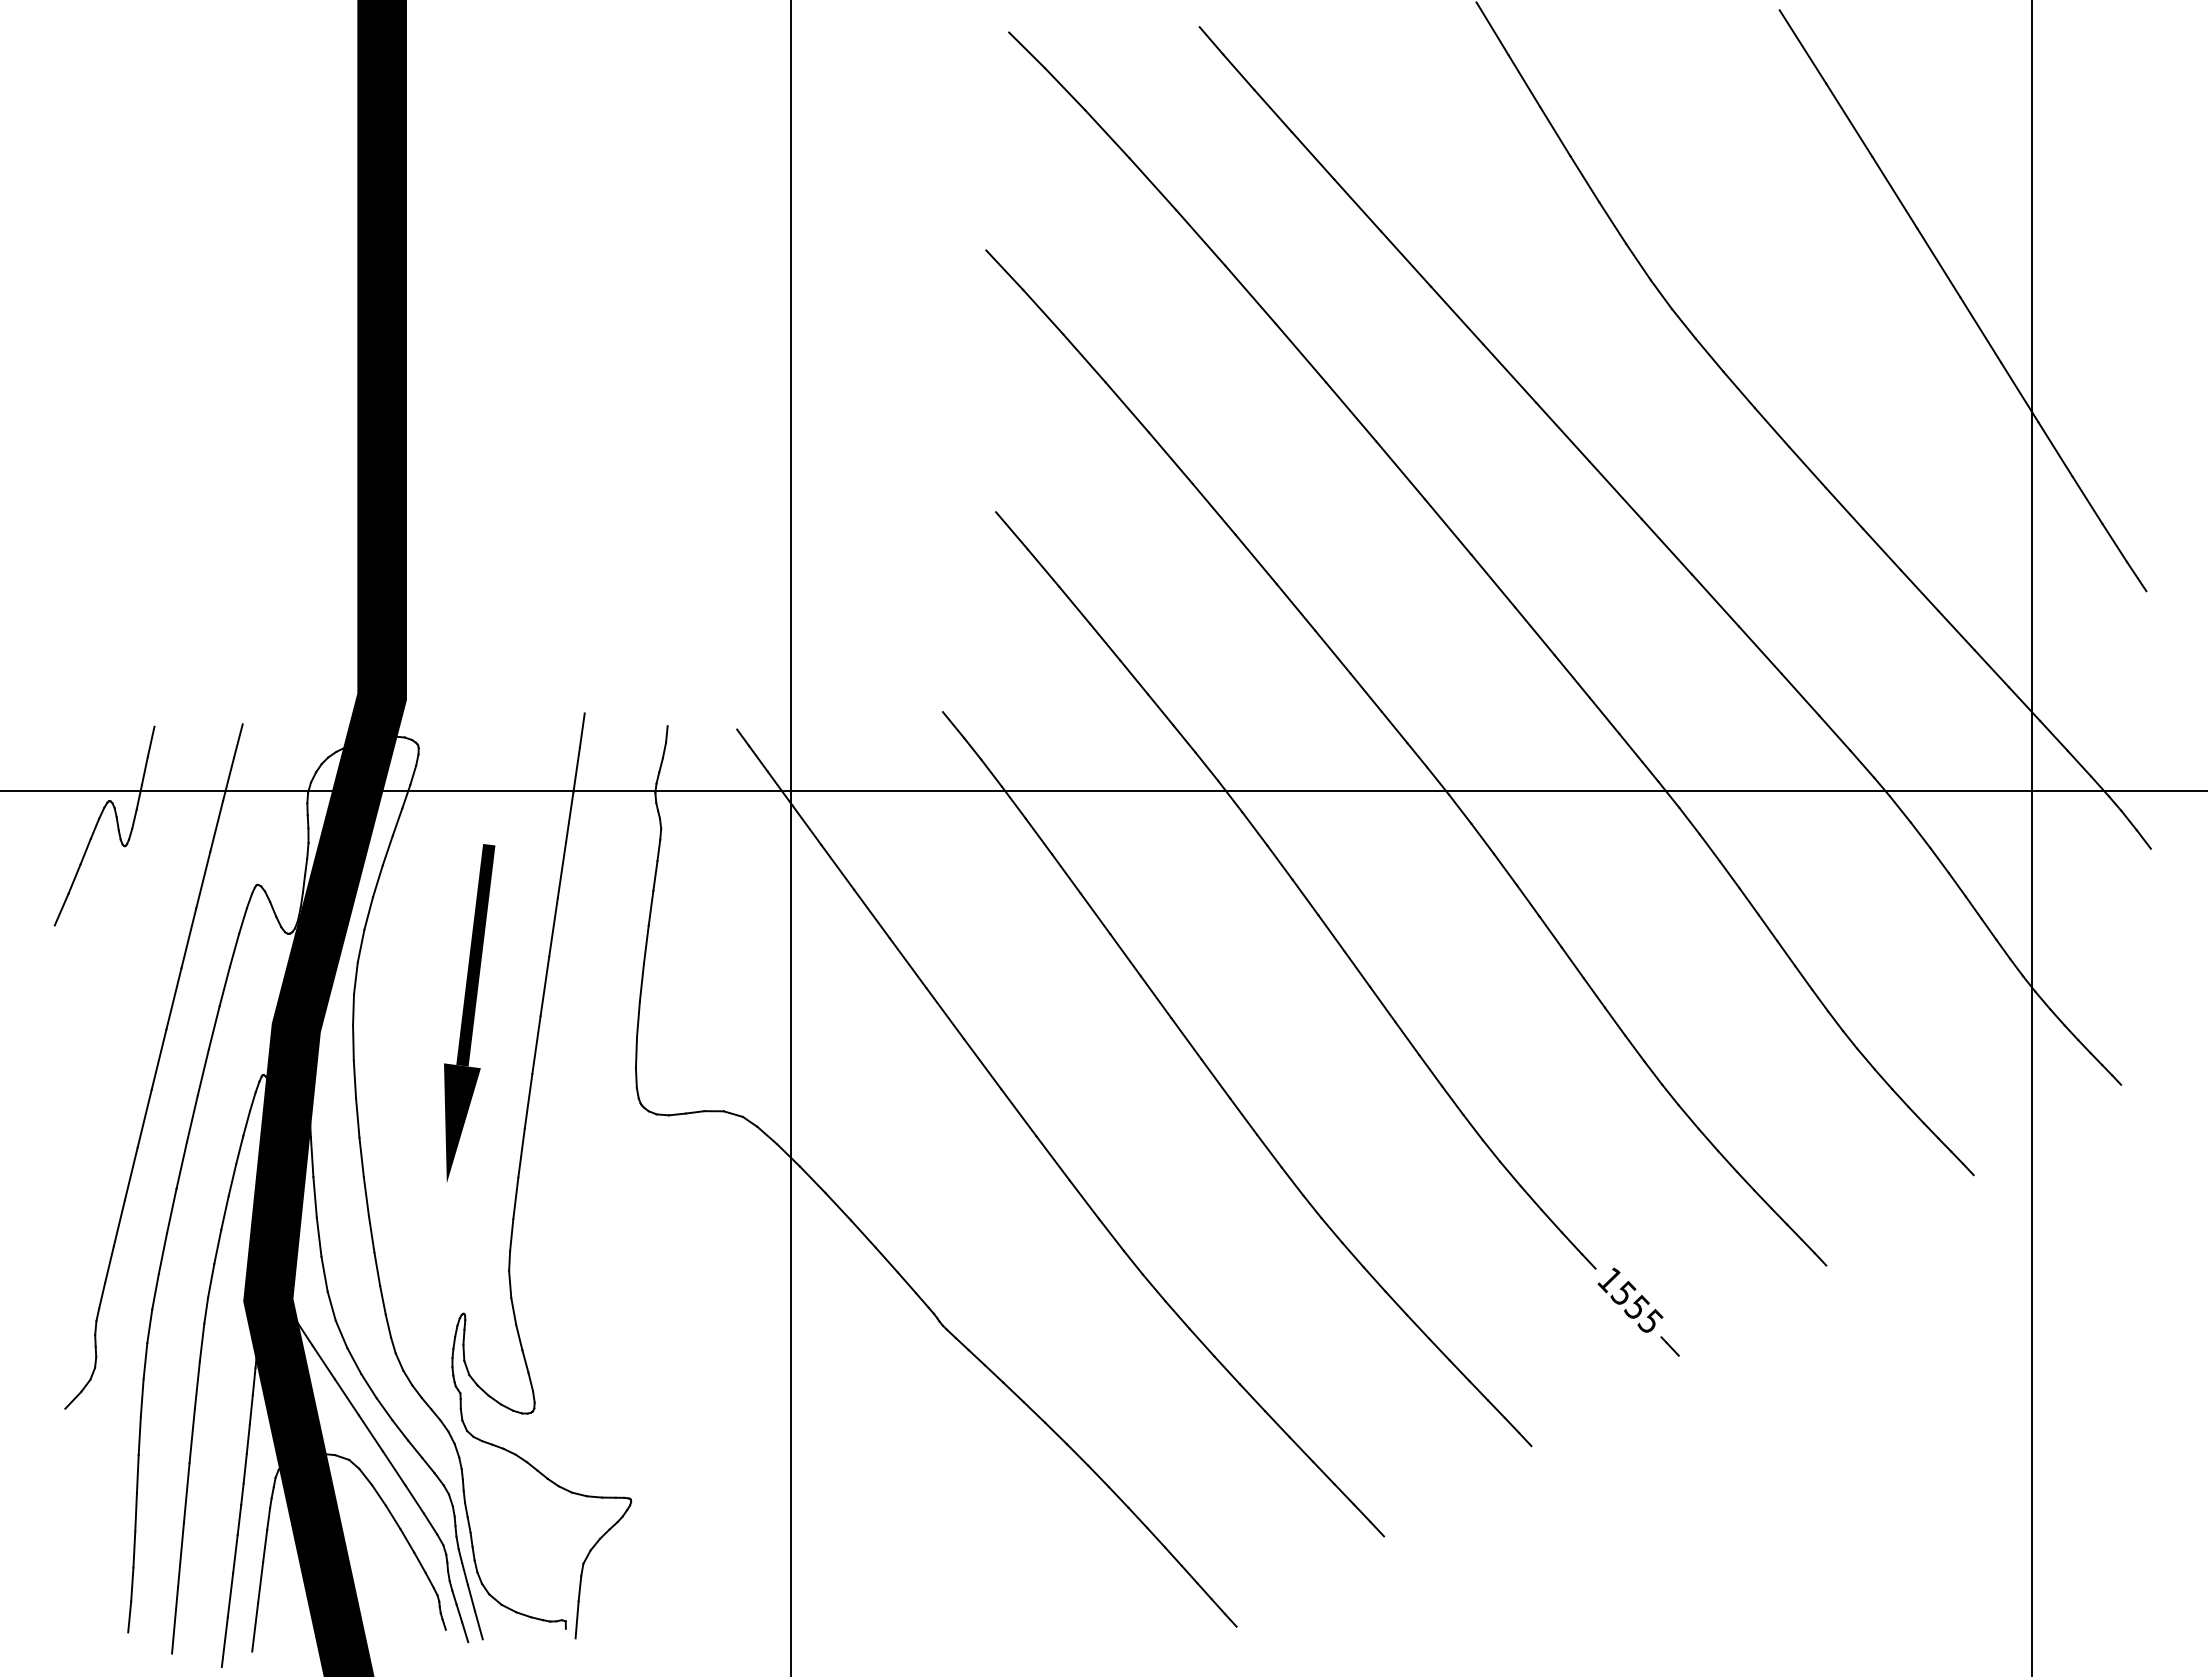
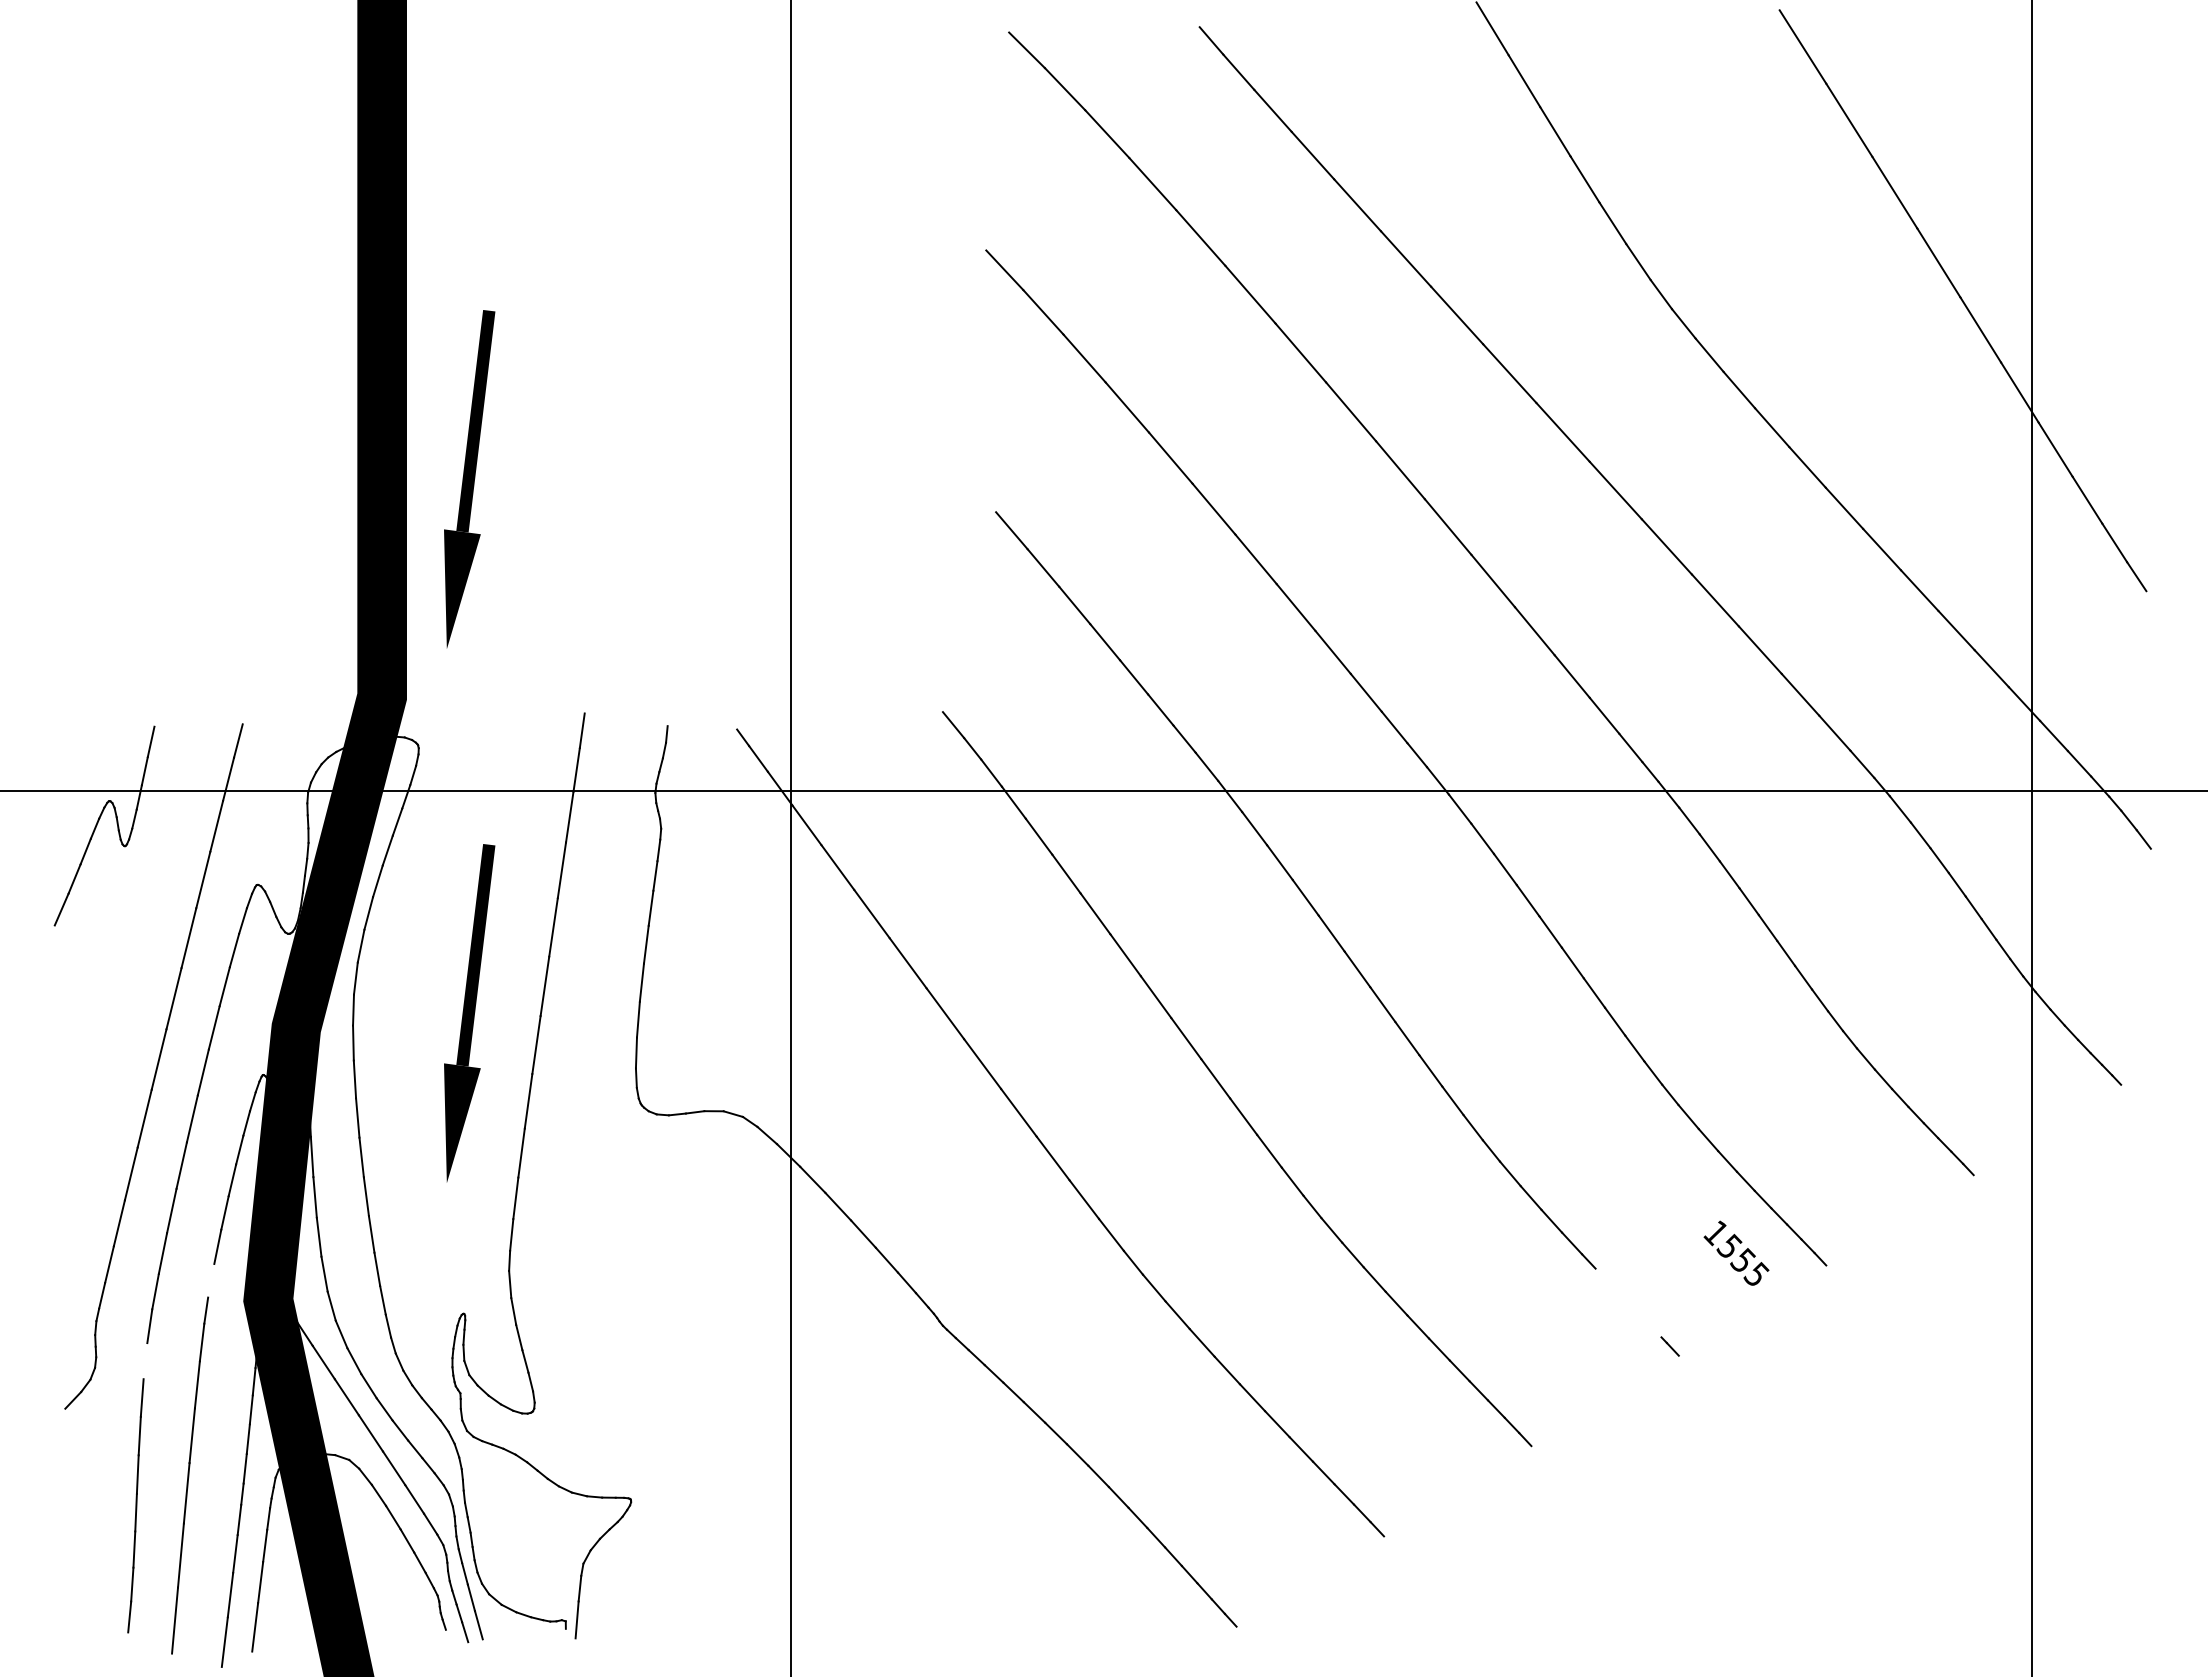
part at (469, 479): none -> present
line at (211, 1280): present -> none
text at (1630, 1299) position: (1630, 1299) -> (1736, 1252)
line at (145, 1361): present -> none
